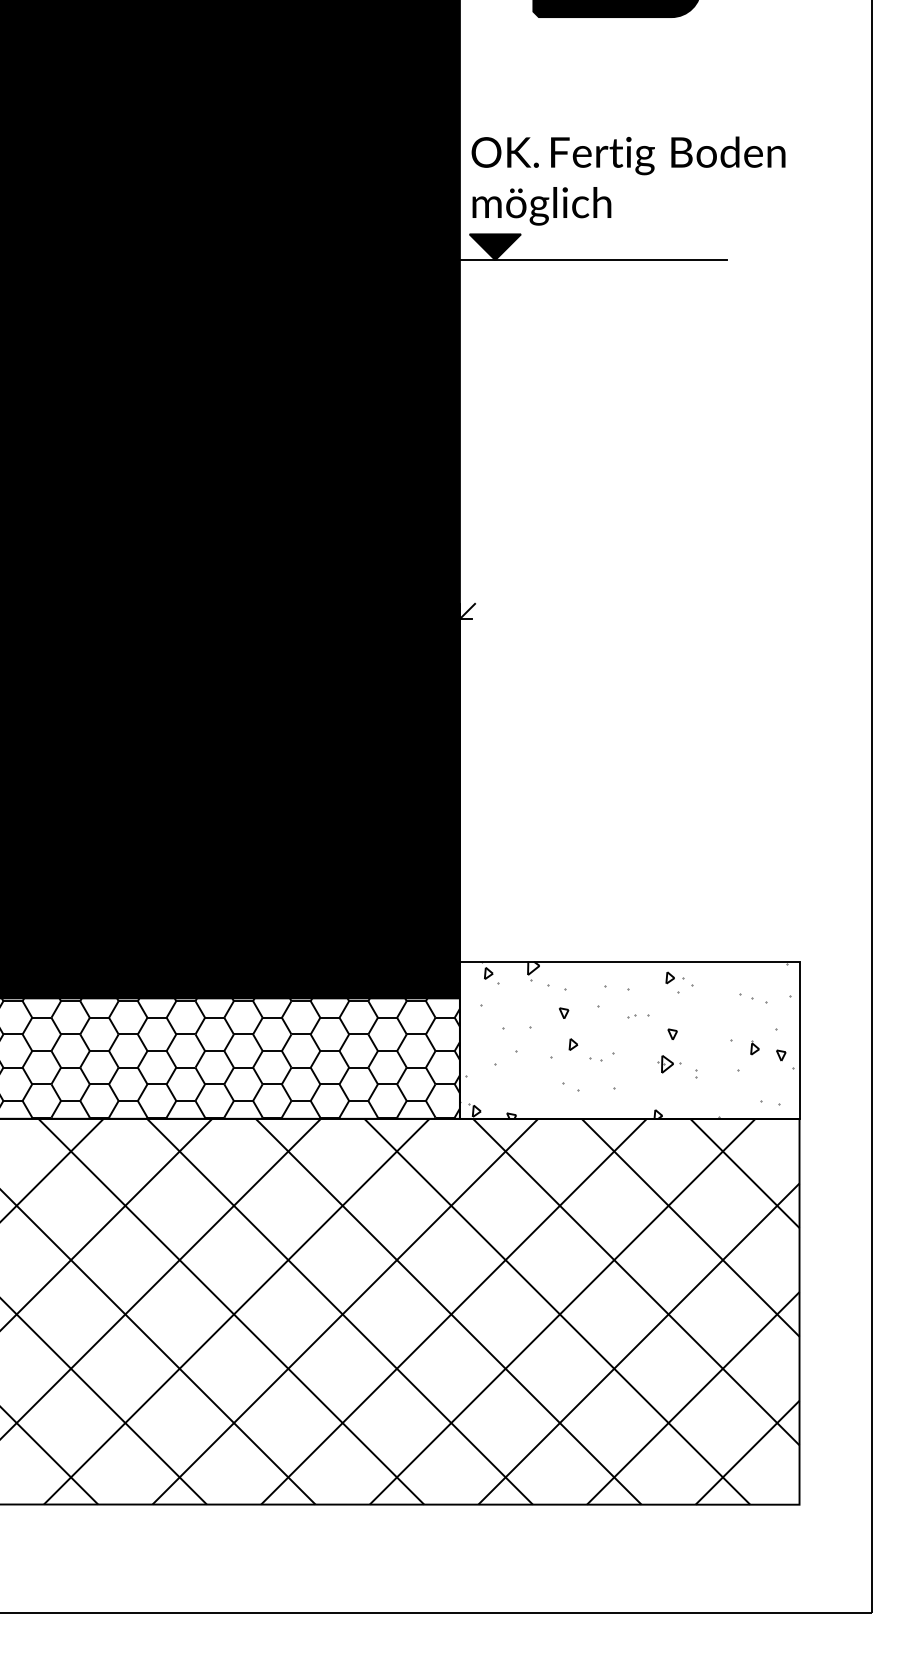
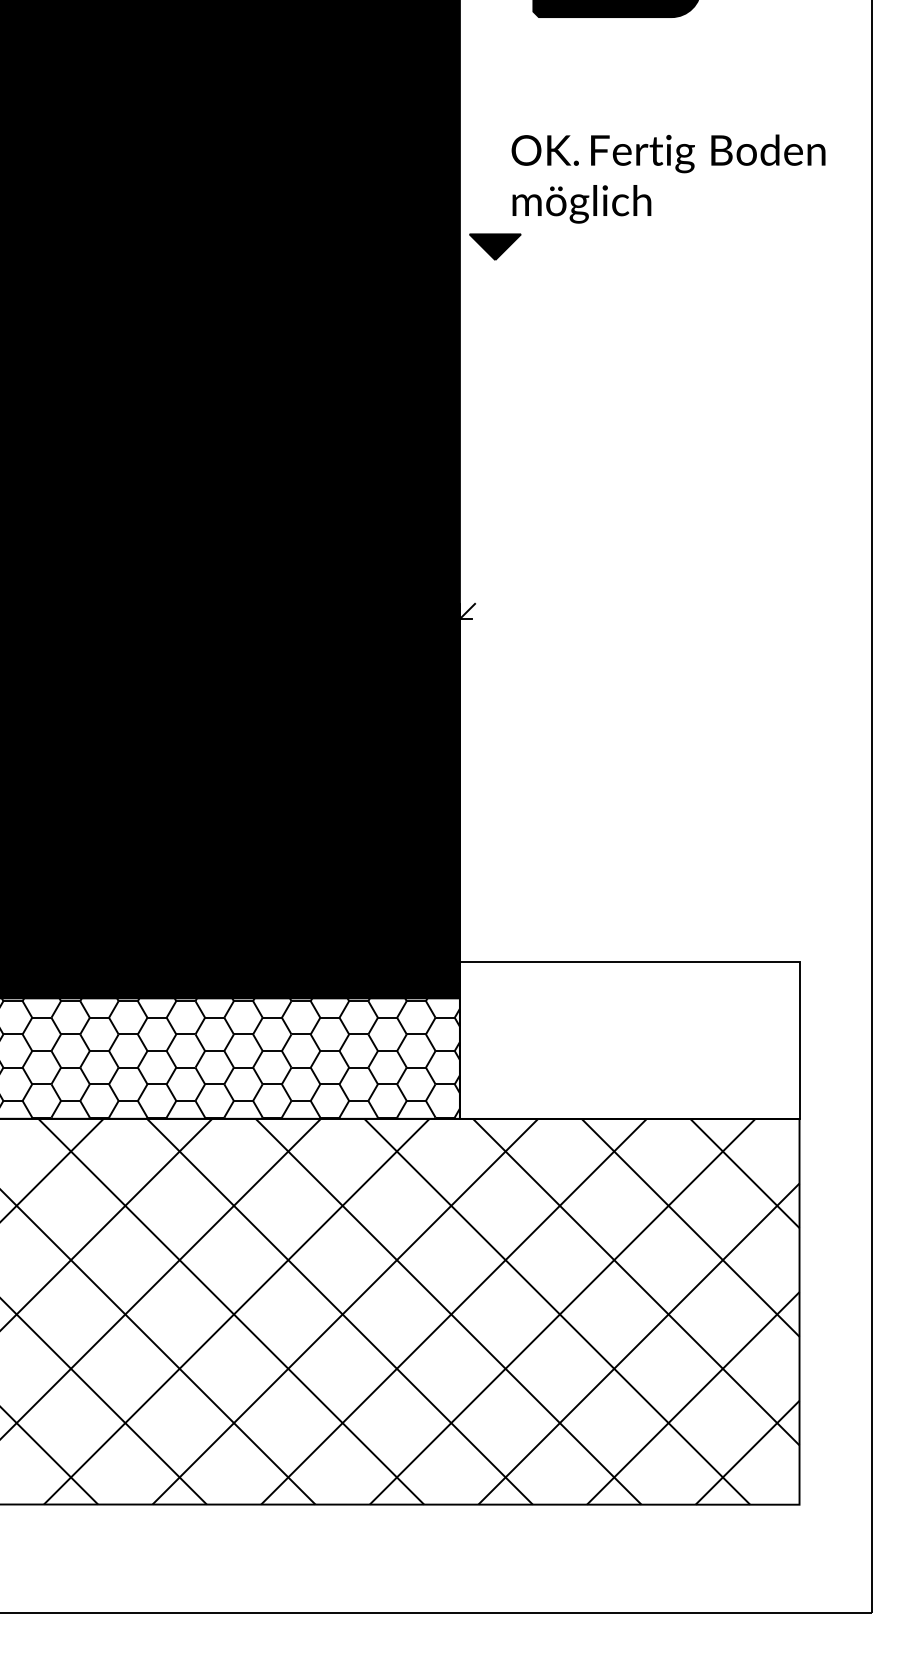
text at (628, 180) position: (628, 180) -> (668, 178)
line at (592, 260): present -> none
hatch at (625, 1040): present -> none
